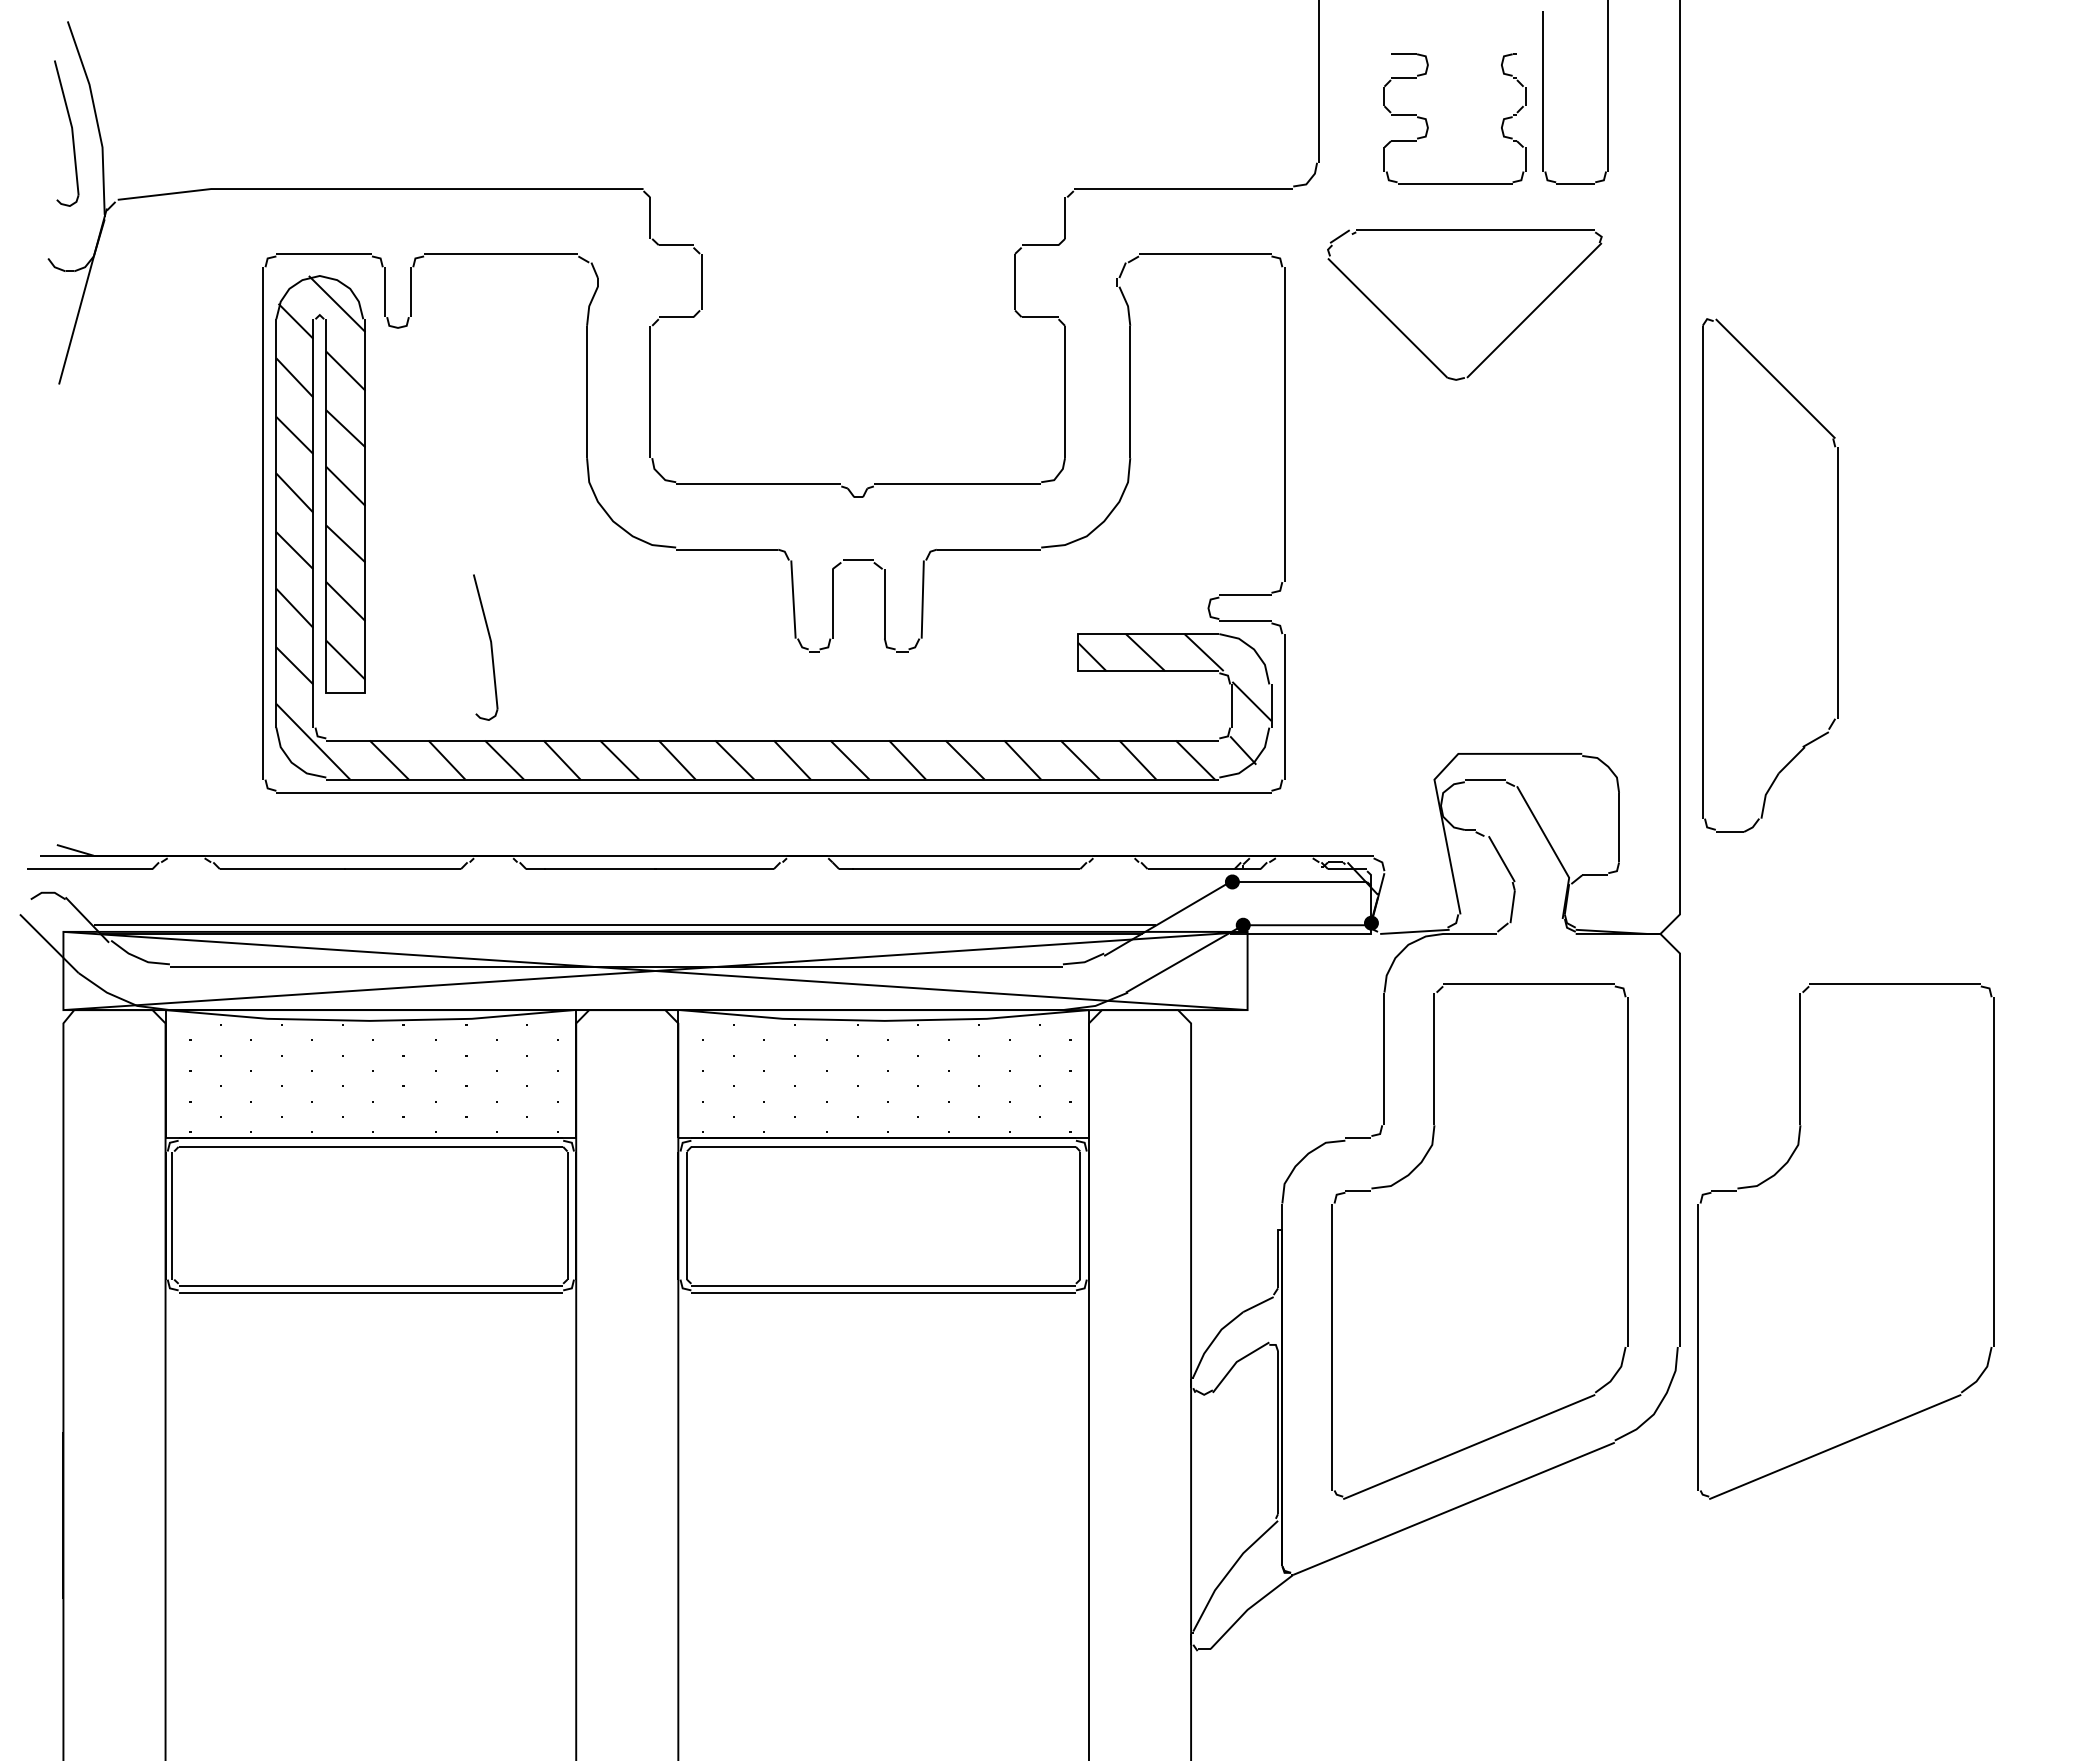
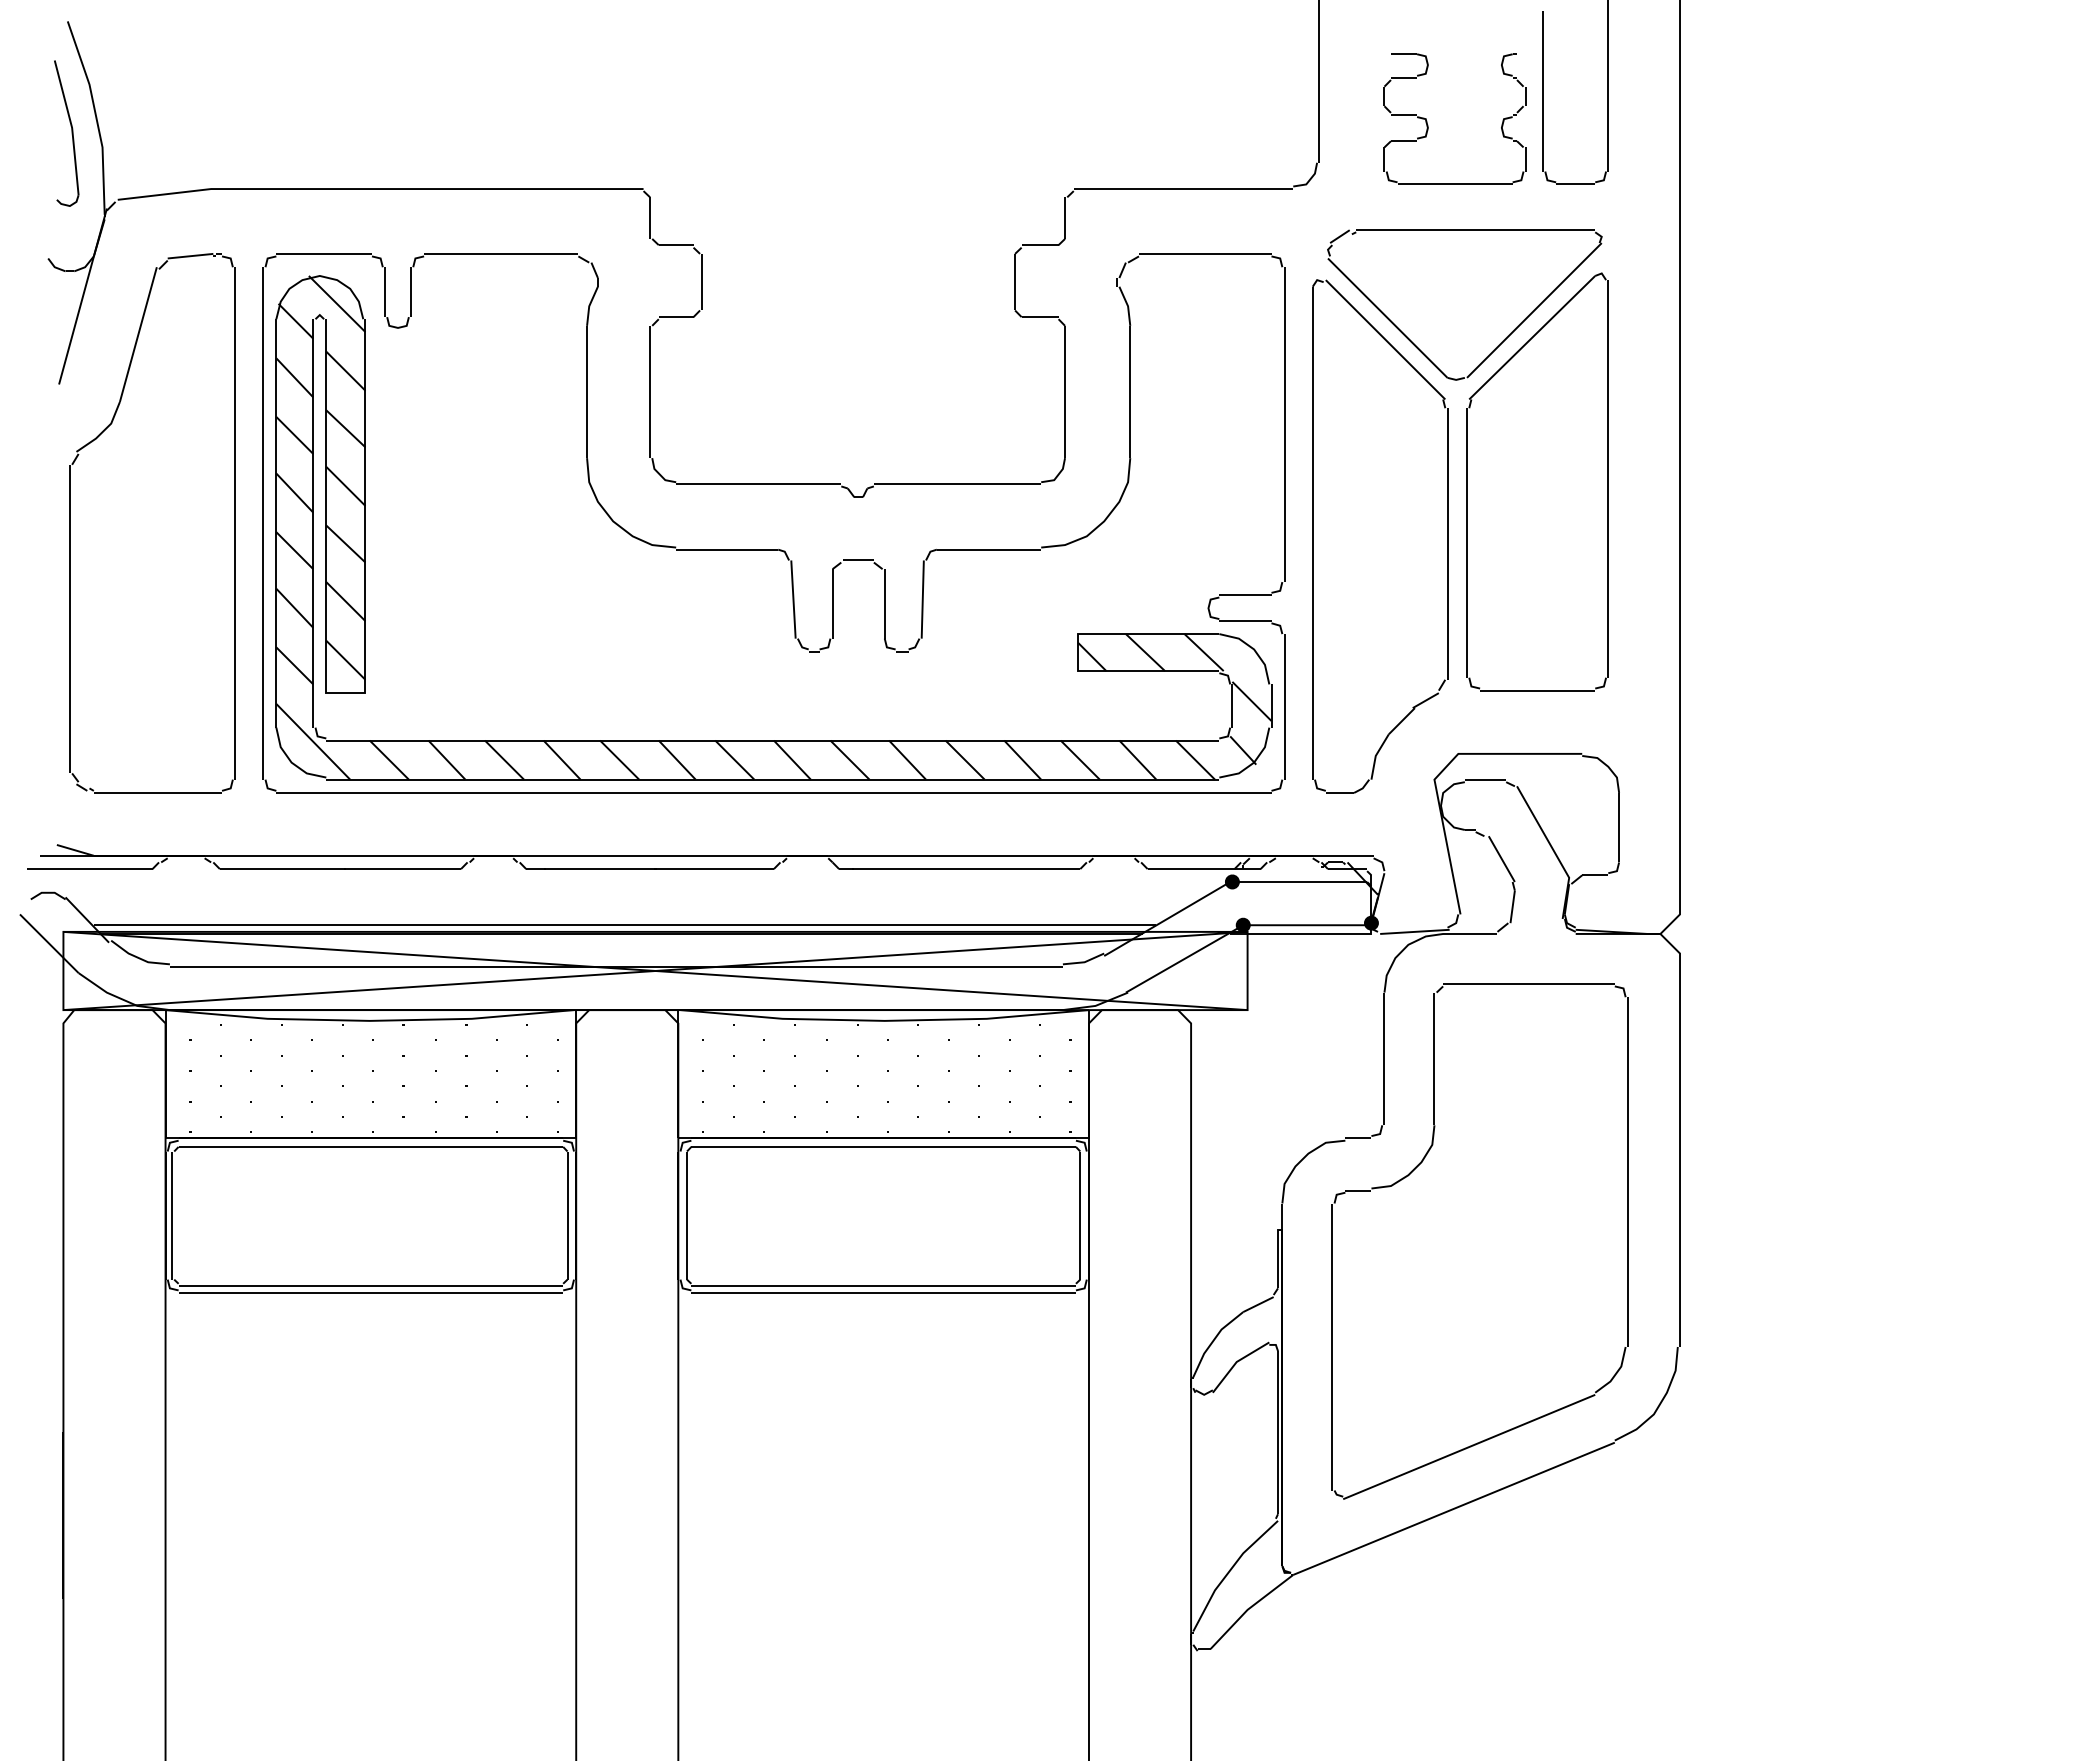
part at (1537, 481): none -> present
part at (70, 523): none -> present
part at (1703, 575) position: (1703, 575) -> (1313, 536)
part at (485, 647): present -> none
part at (1777, 1173): present -> none
